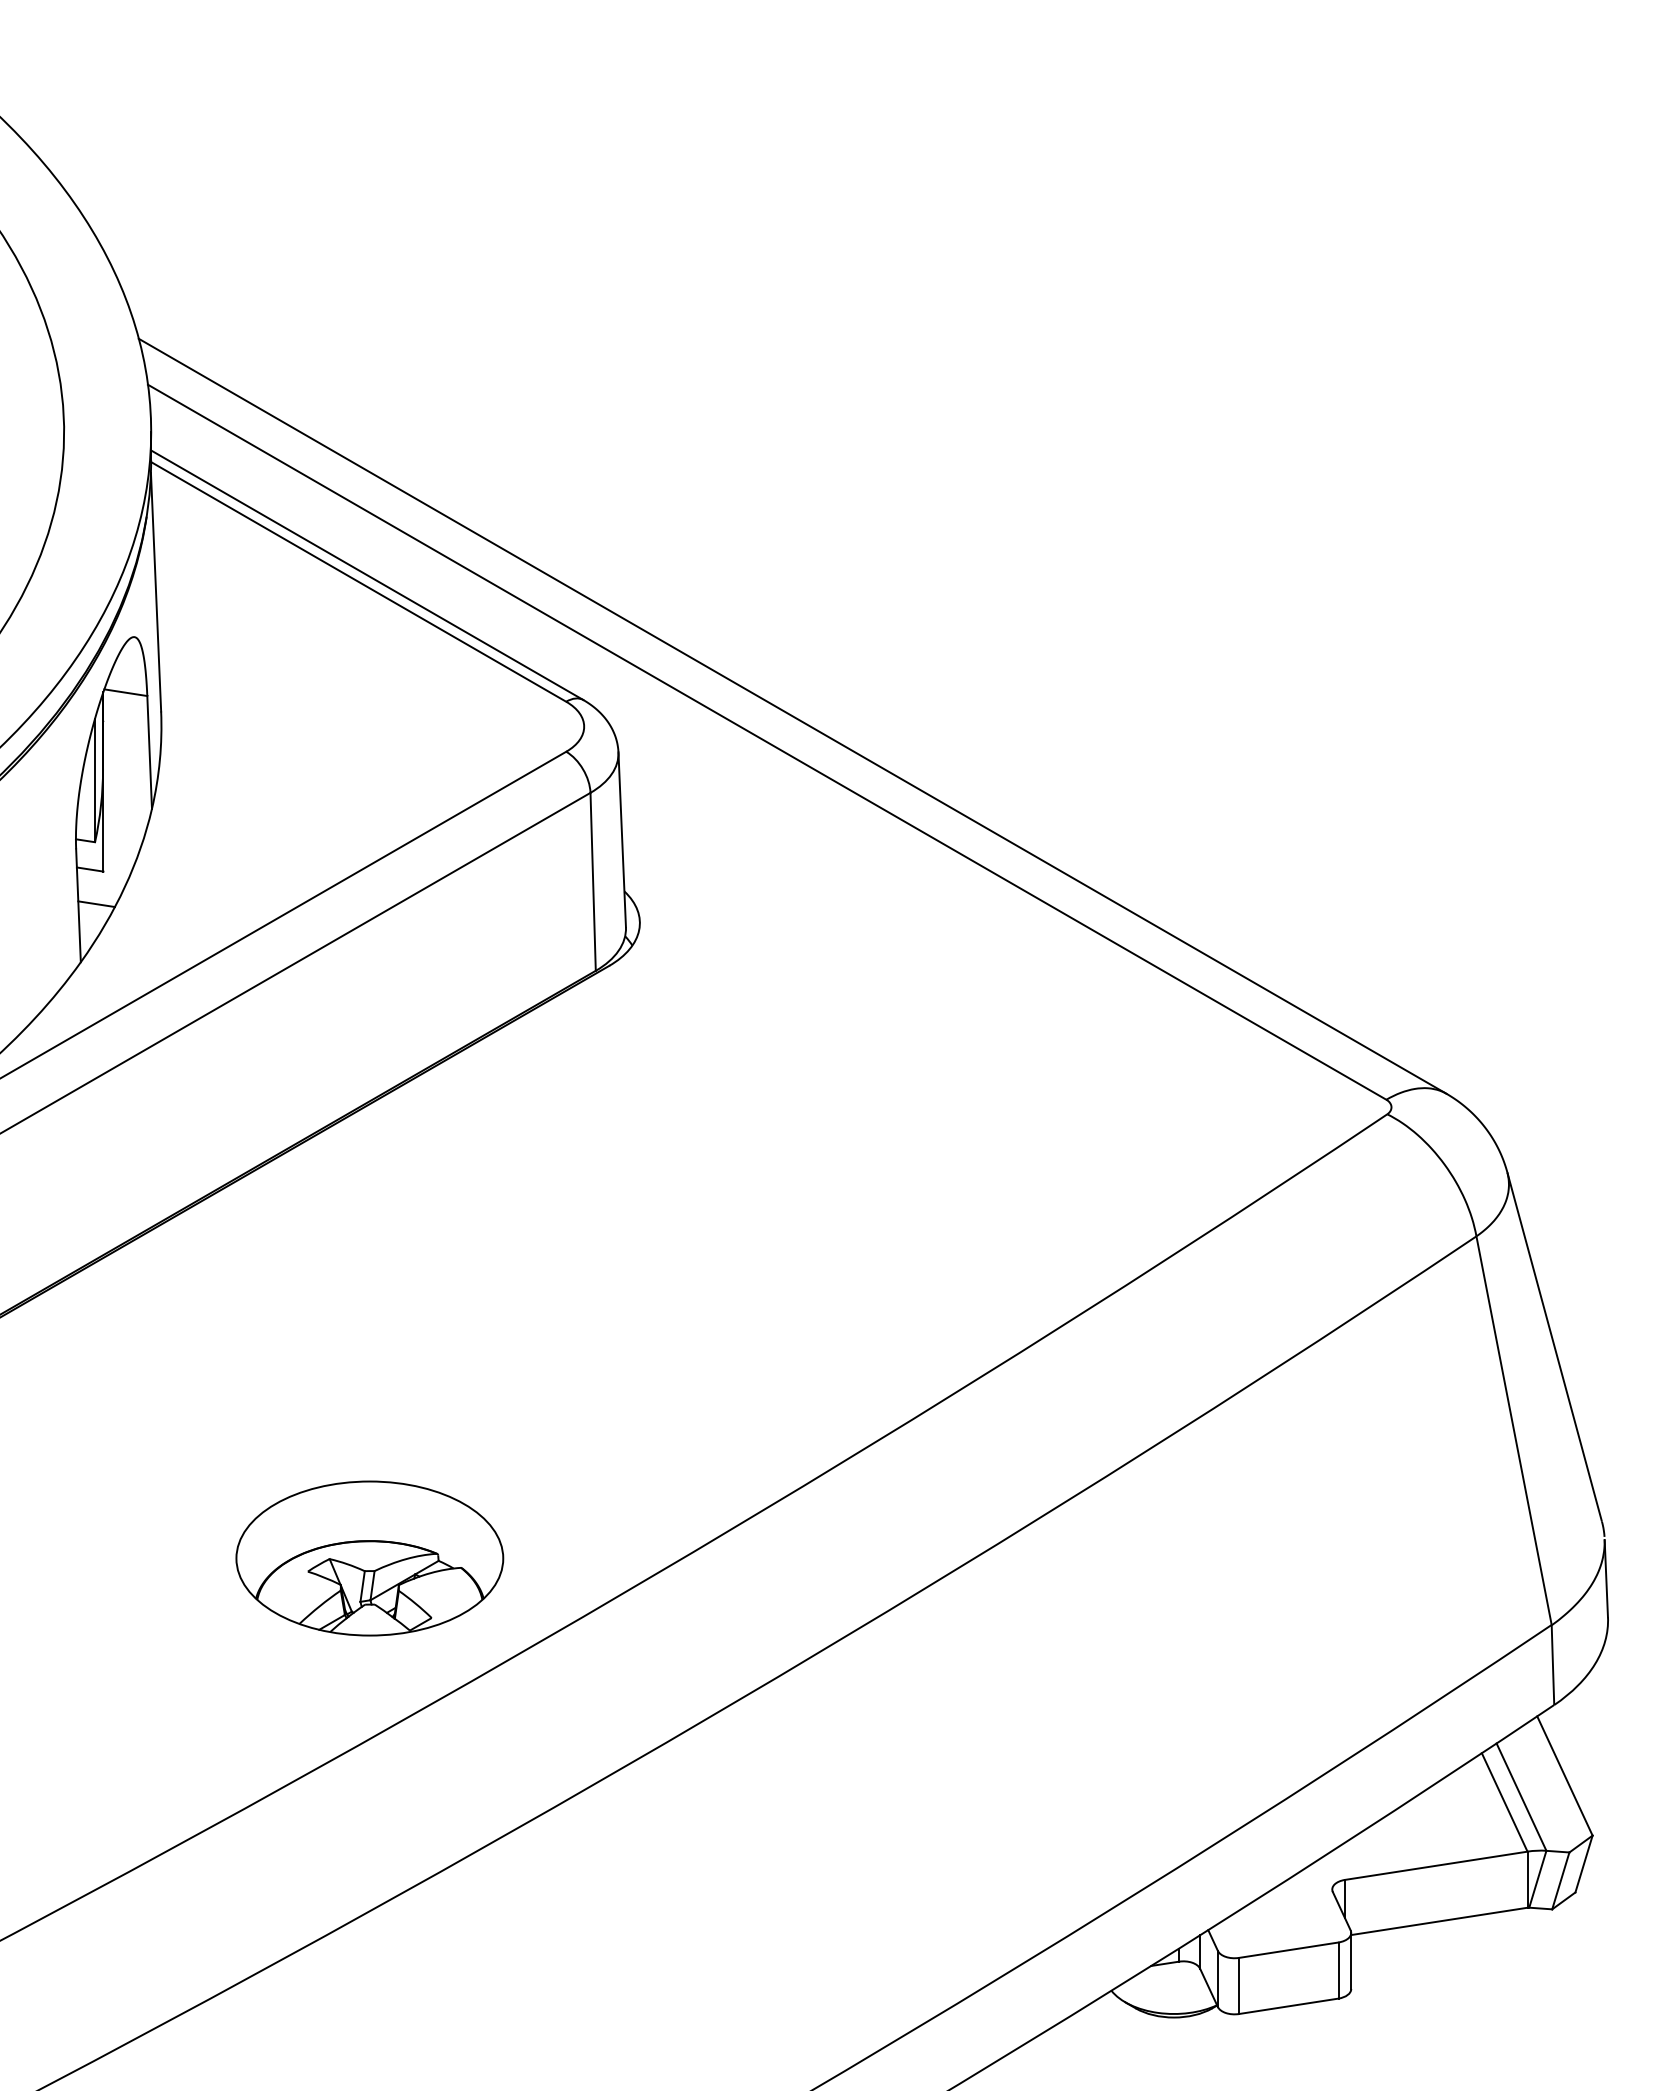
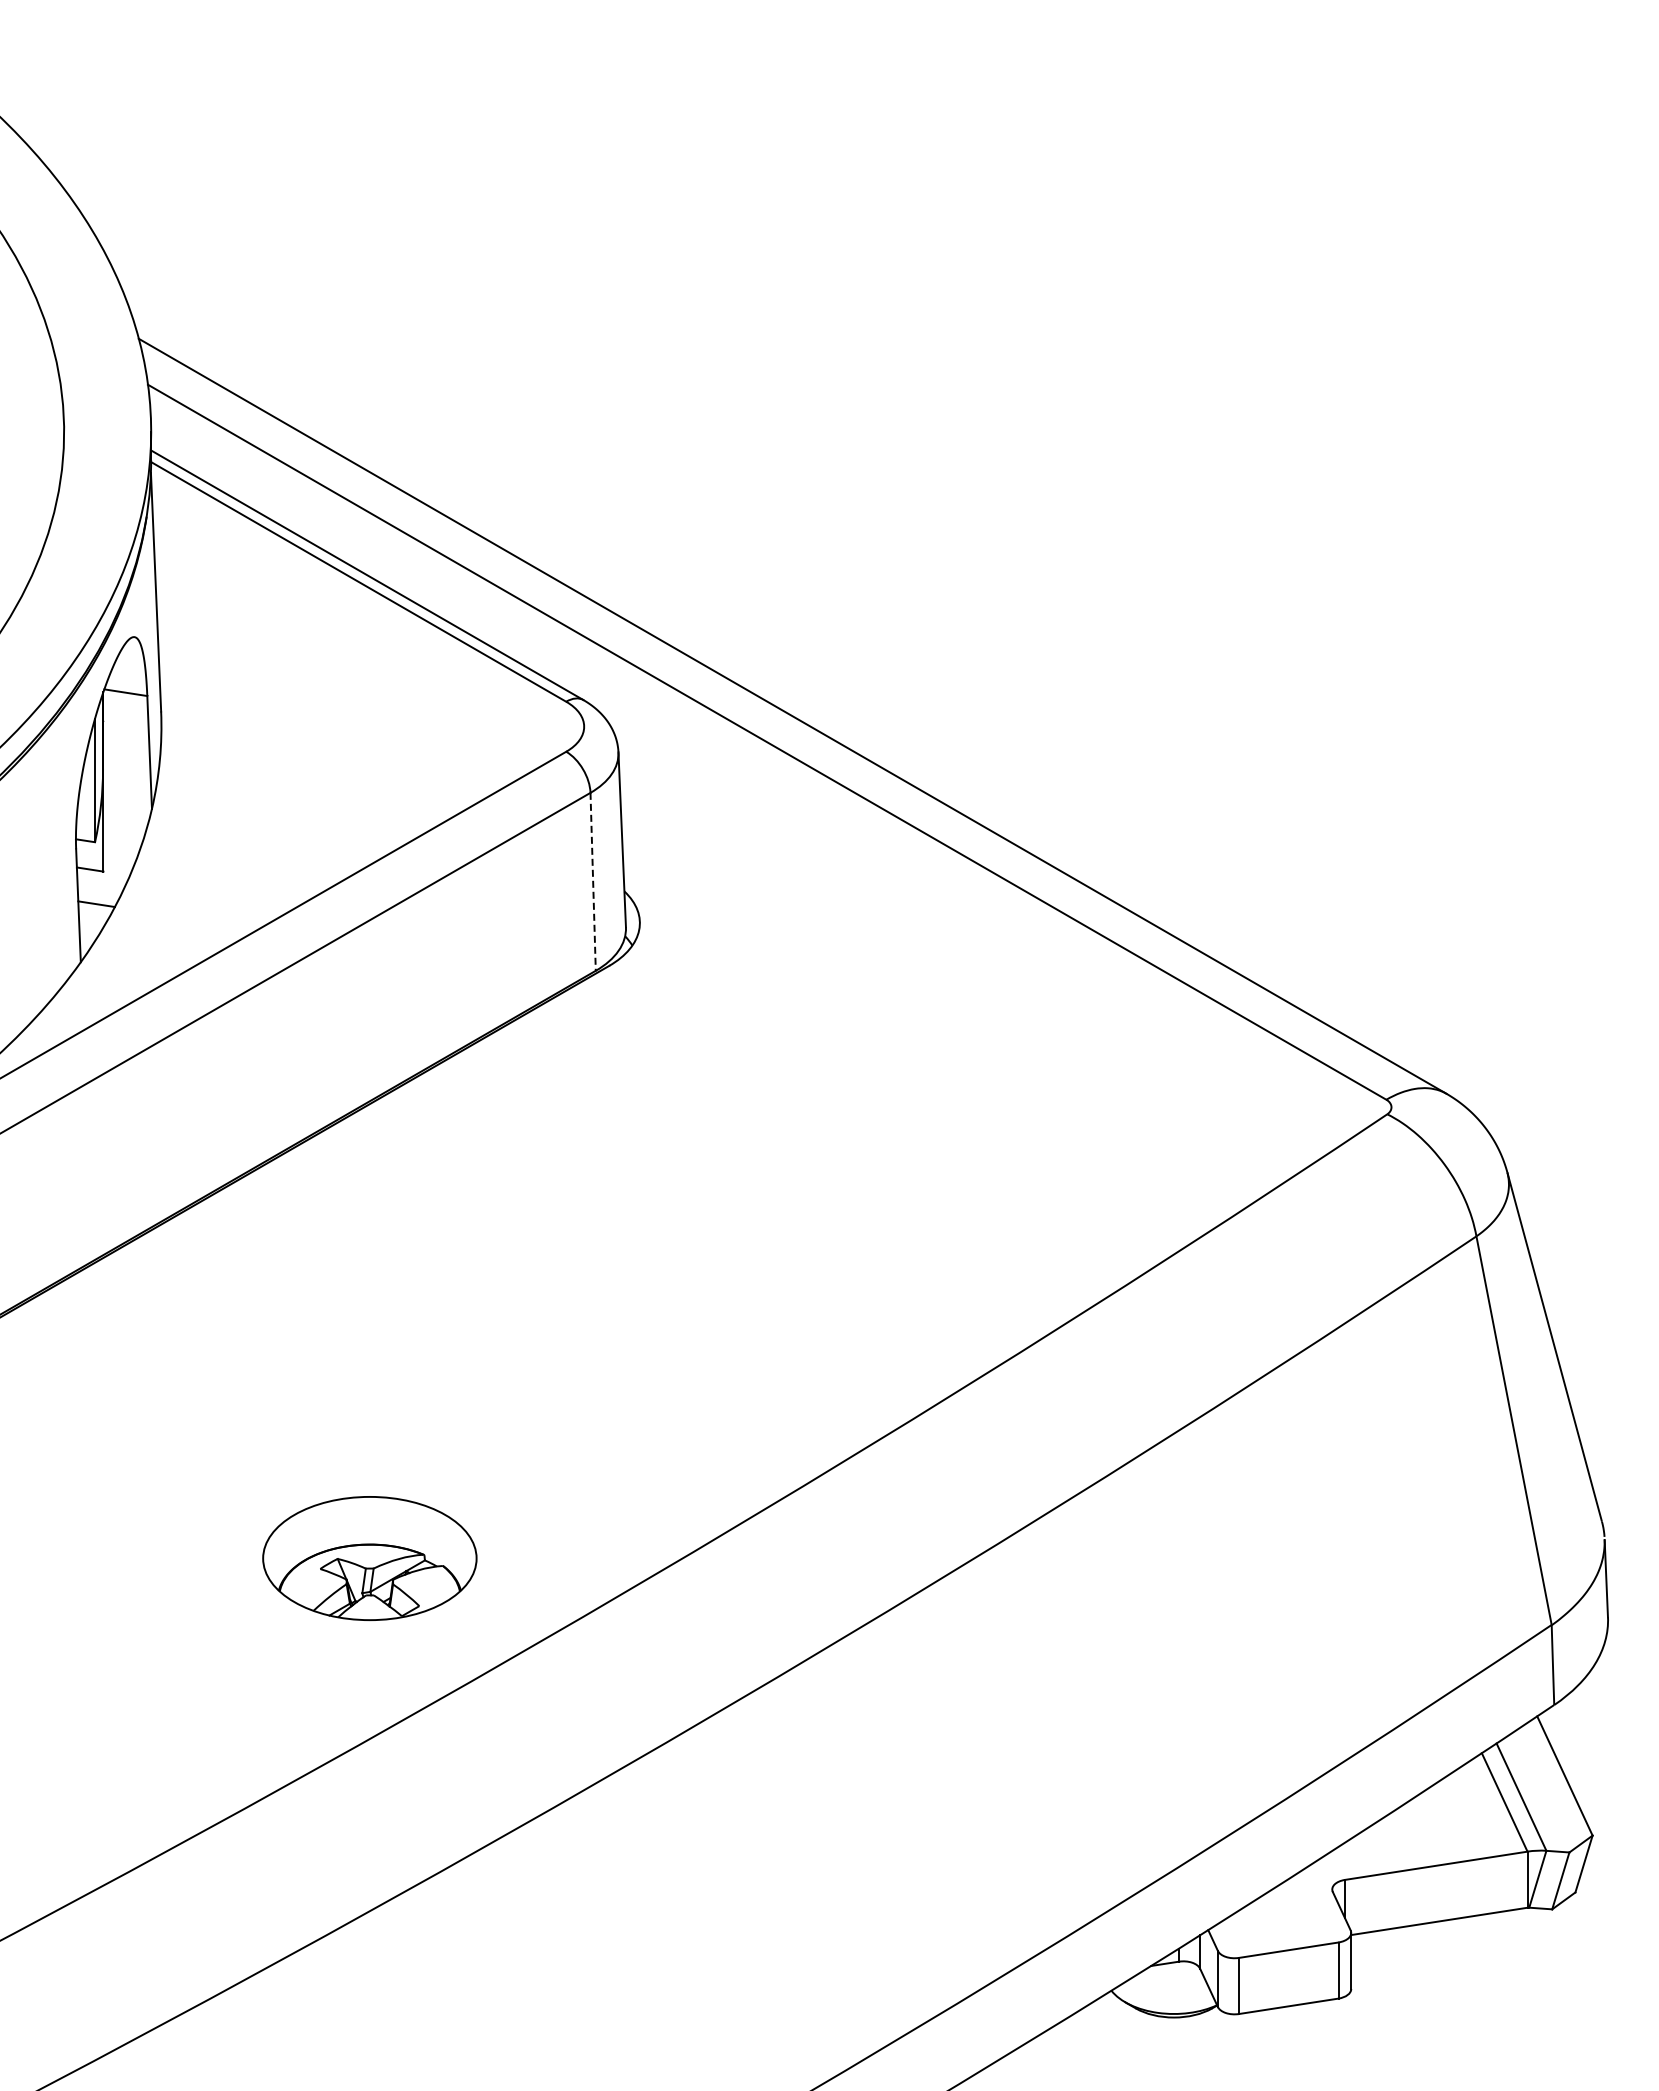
line at (593, 882): solid -> dashed
part at (369, 1558) size: 270x157 px -> 216x125 px
